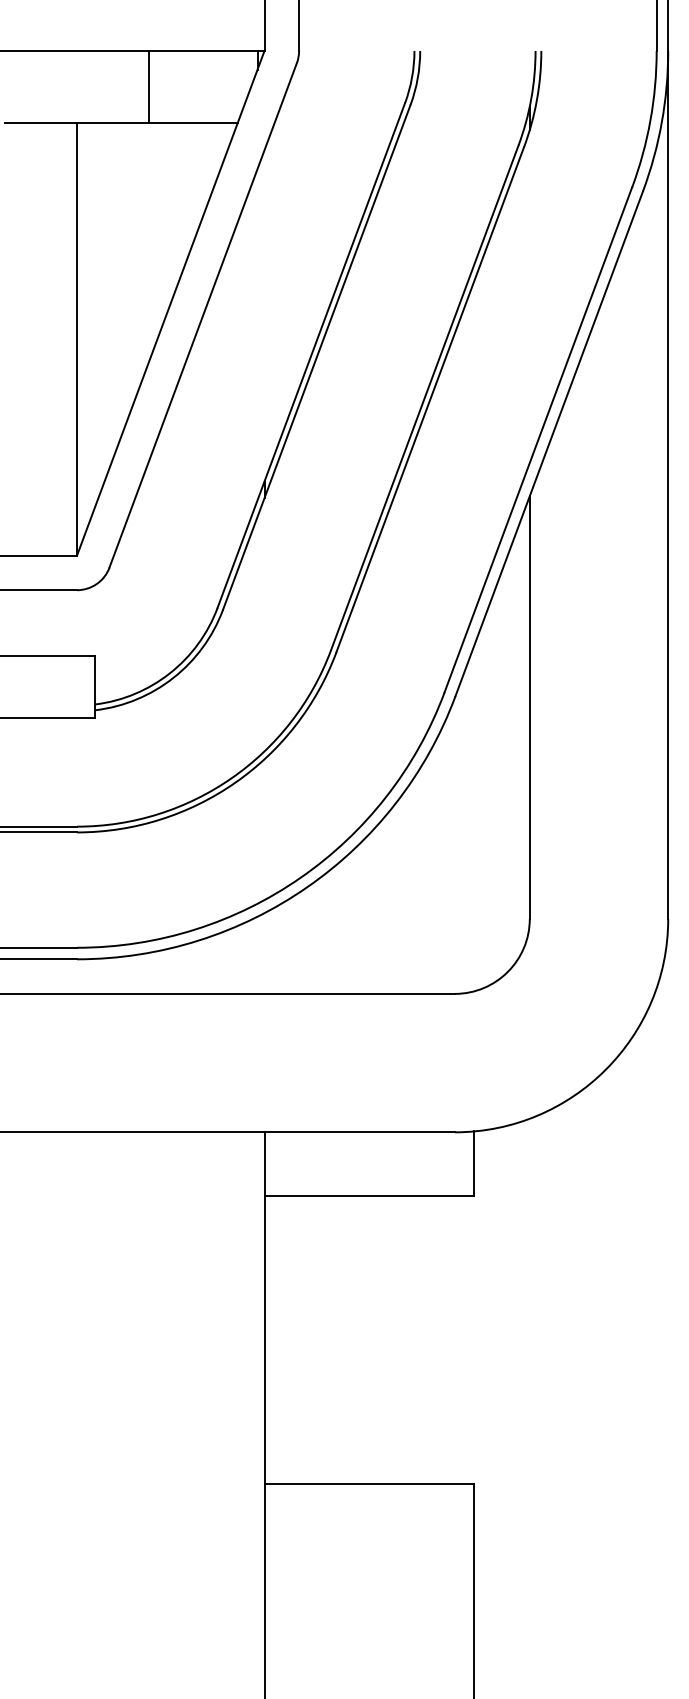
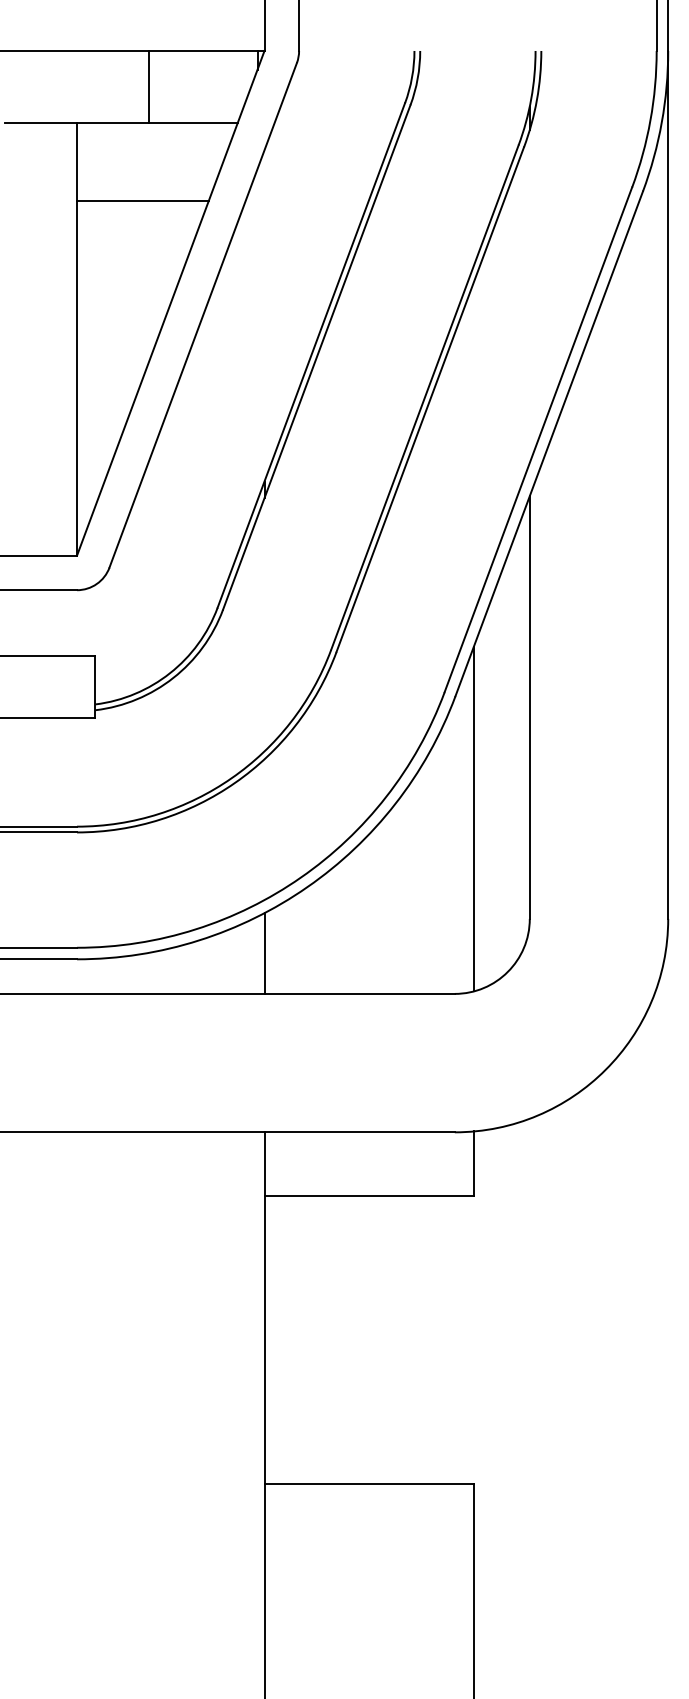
line at (142, 200): none -> present
line at (473, 819): none -> present
line at (264, 953): none -> present
